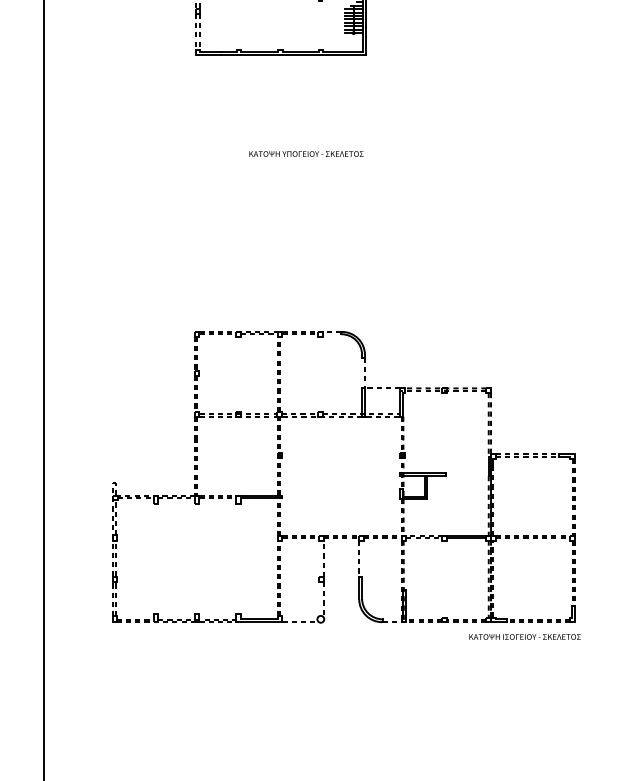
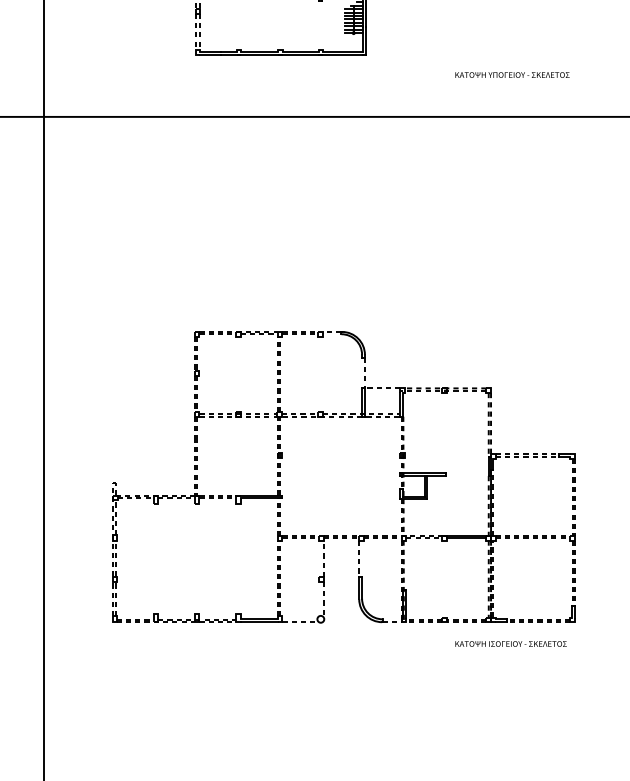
line at (314, 116): none -> present
text at (306, 153) position: (306, 153) -> (512, 74)
text at (524, 636) position: (524, 636) -> (510, 643)
